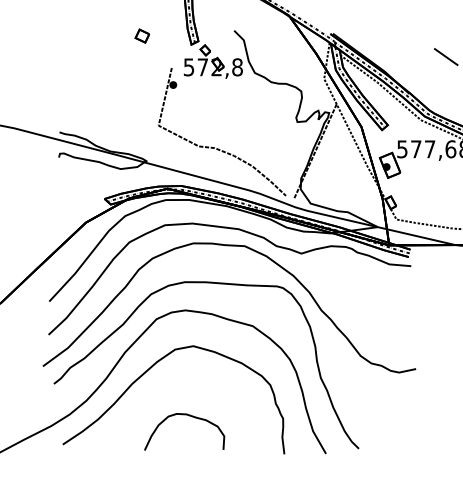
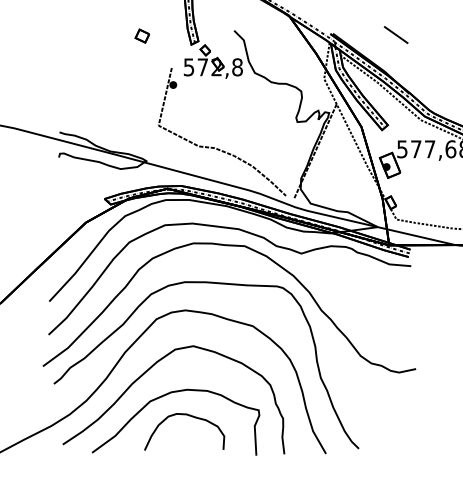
line at (445, 57) position: (445, 57) -> (395, 35)
curve at (162, 397): none -> present
